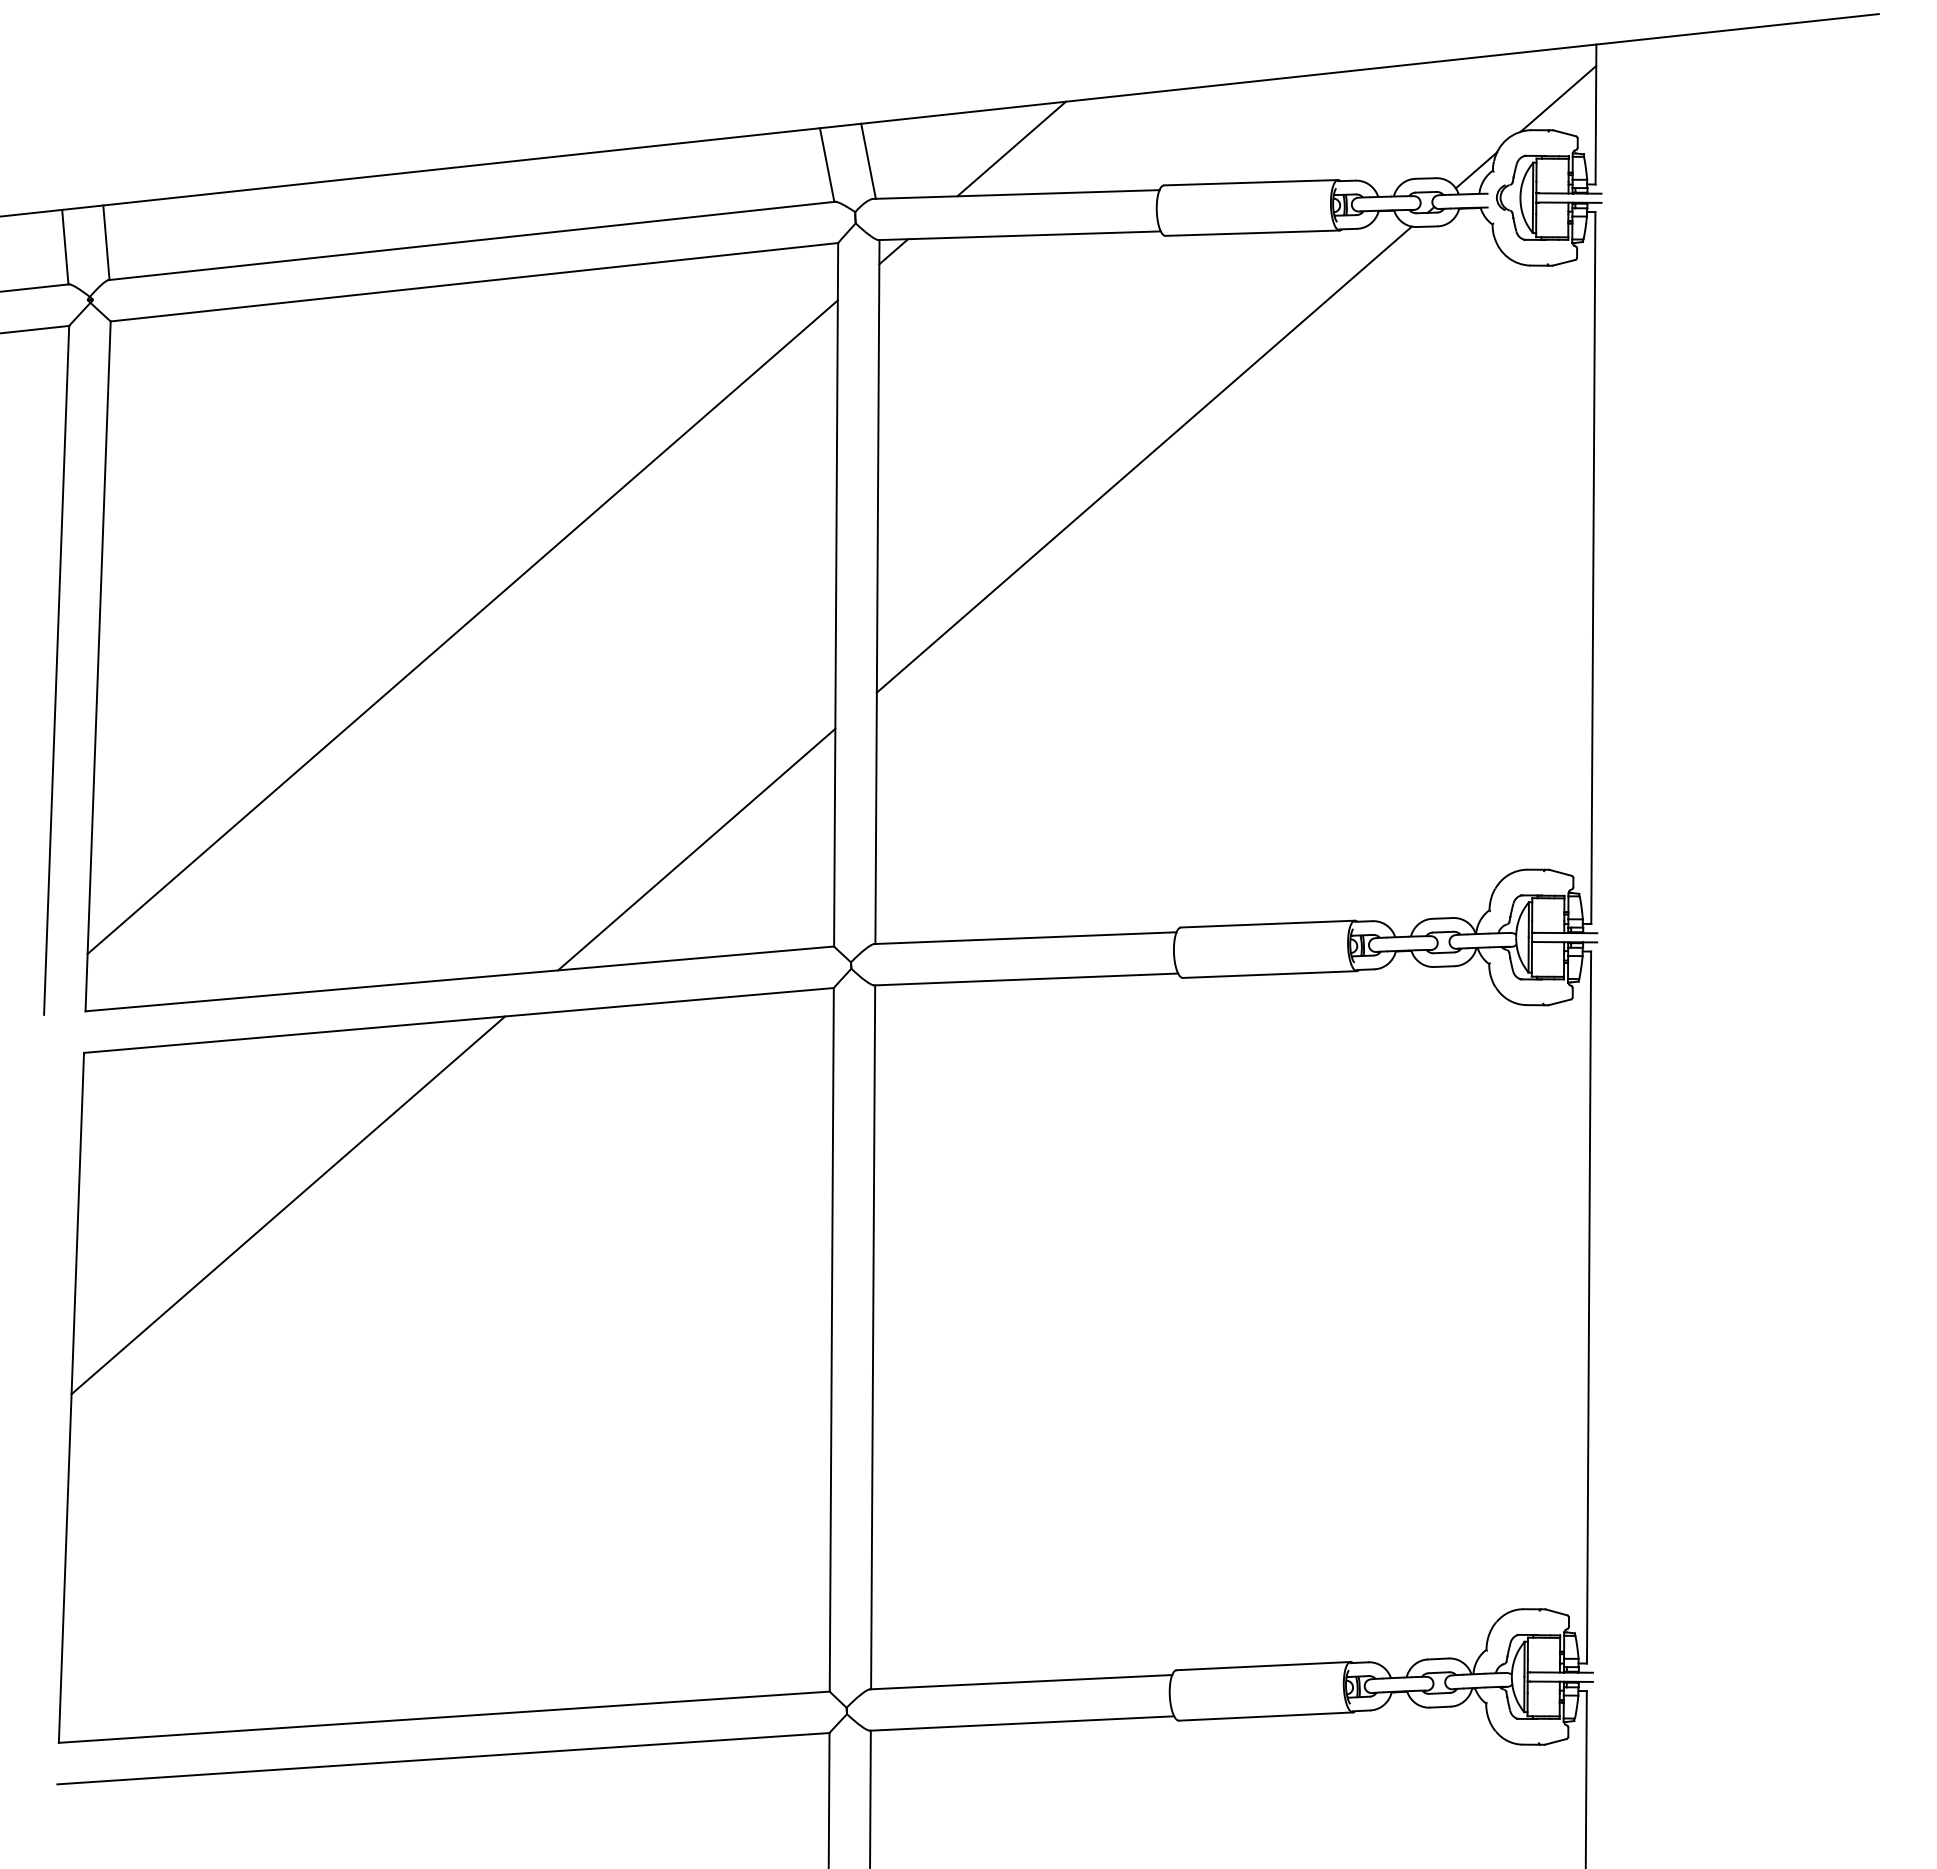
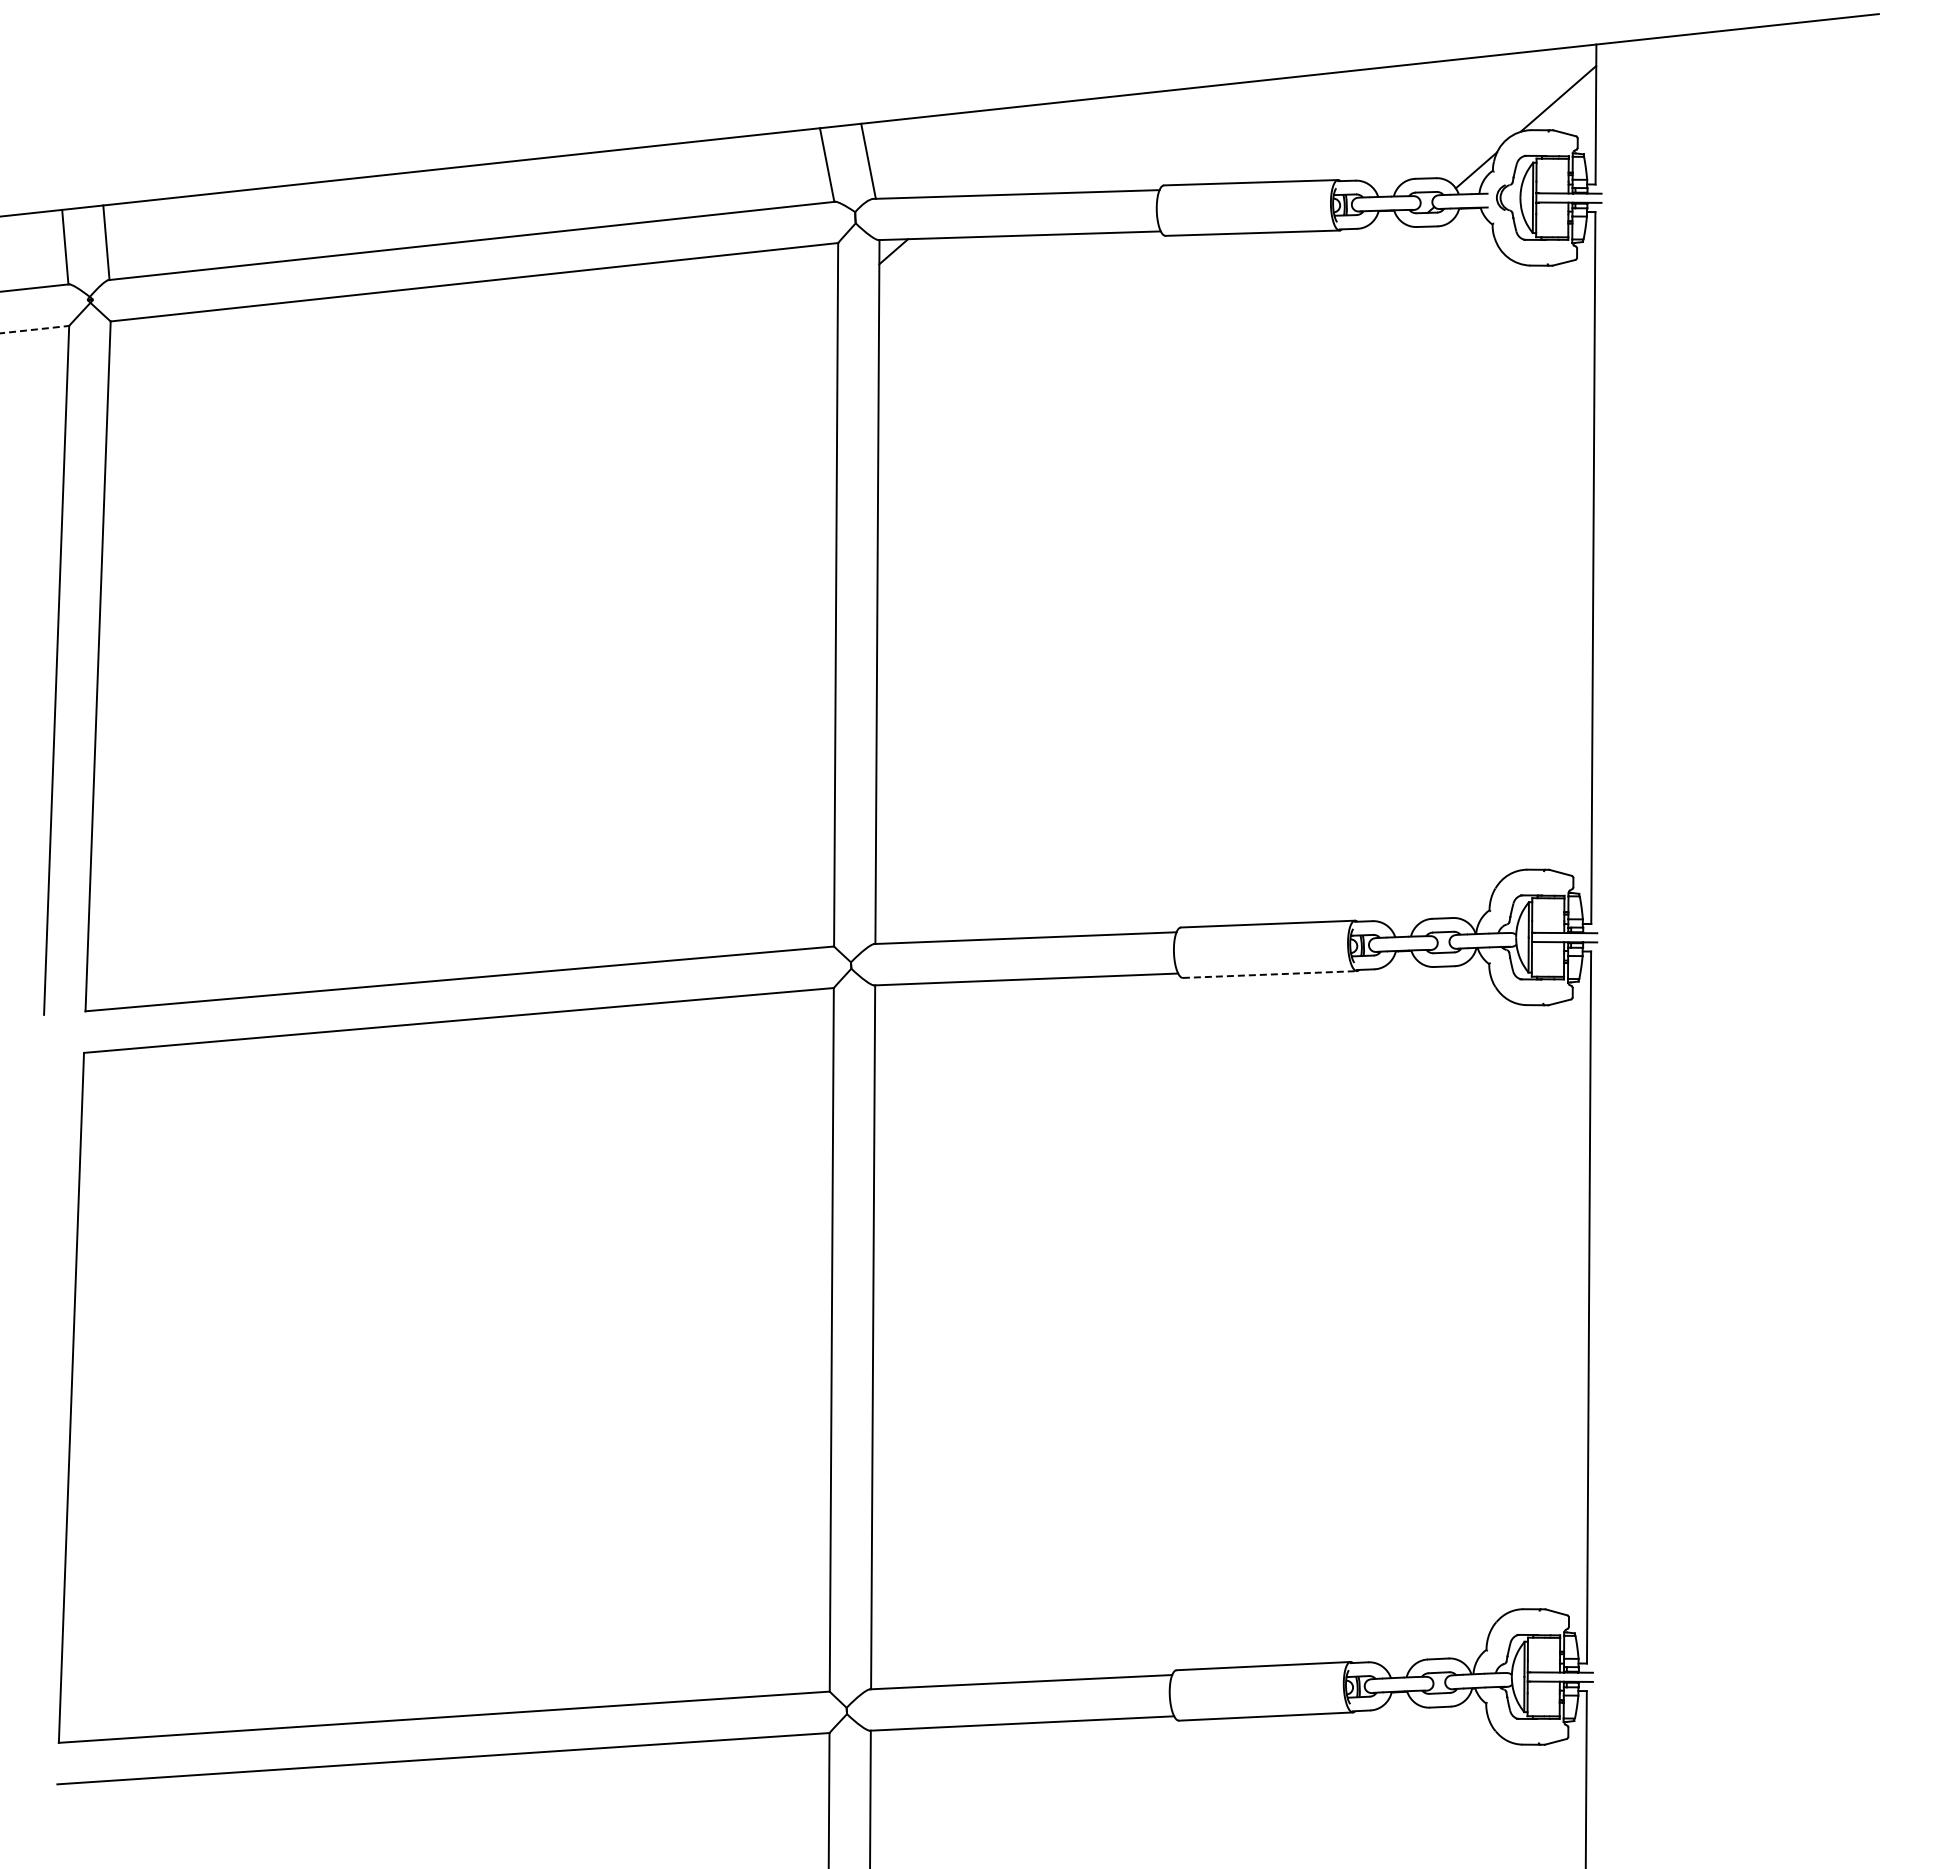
line at (1011, 148): present -> none
line at (35, 329): solid -> dashed
line at (1143, 459): present -> none
line at (462, 626): present -> none
line at (696, 849): present -> none
line at (1270, 974): solid -> dashed
line at (288, 1205): present -> none
